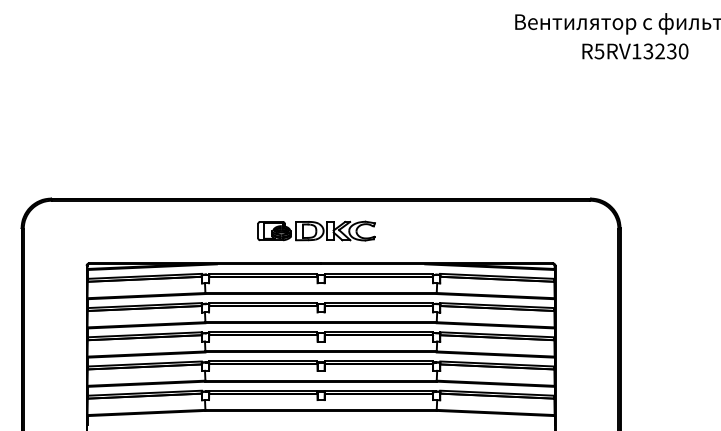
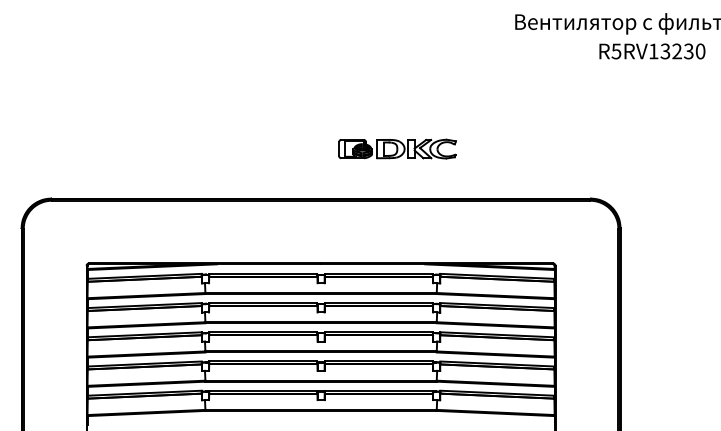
text at (635, 51) position: (635, 51) -> (652, 51)
part at (316, 230) position: (316, 230) -> (397, 148)
